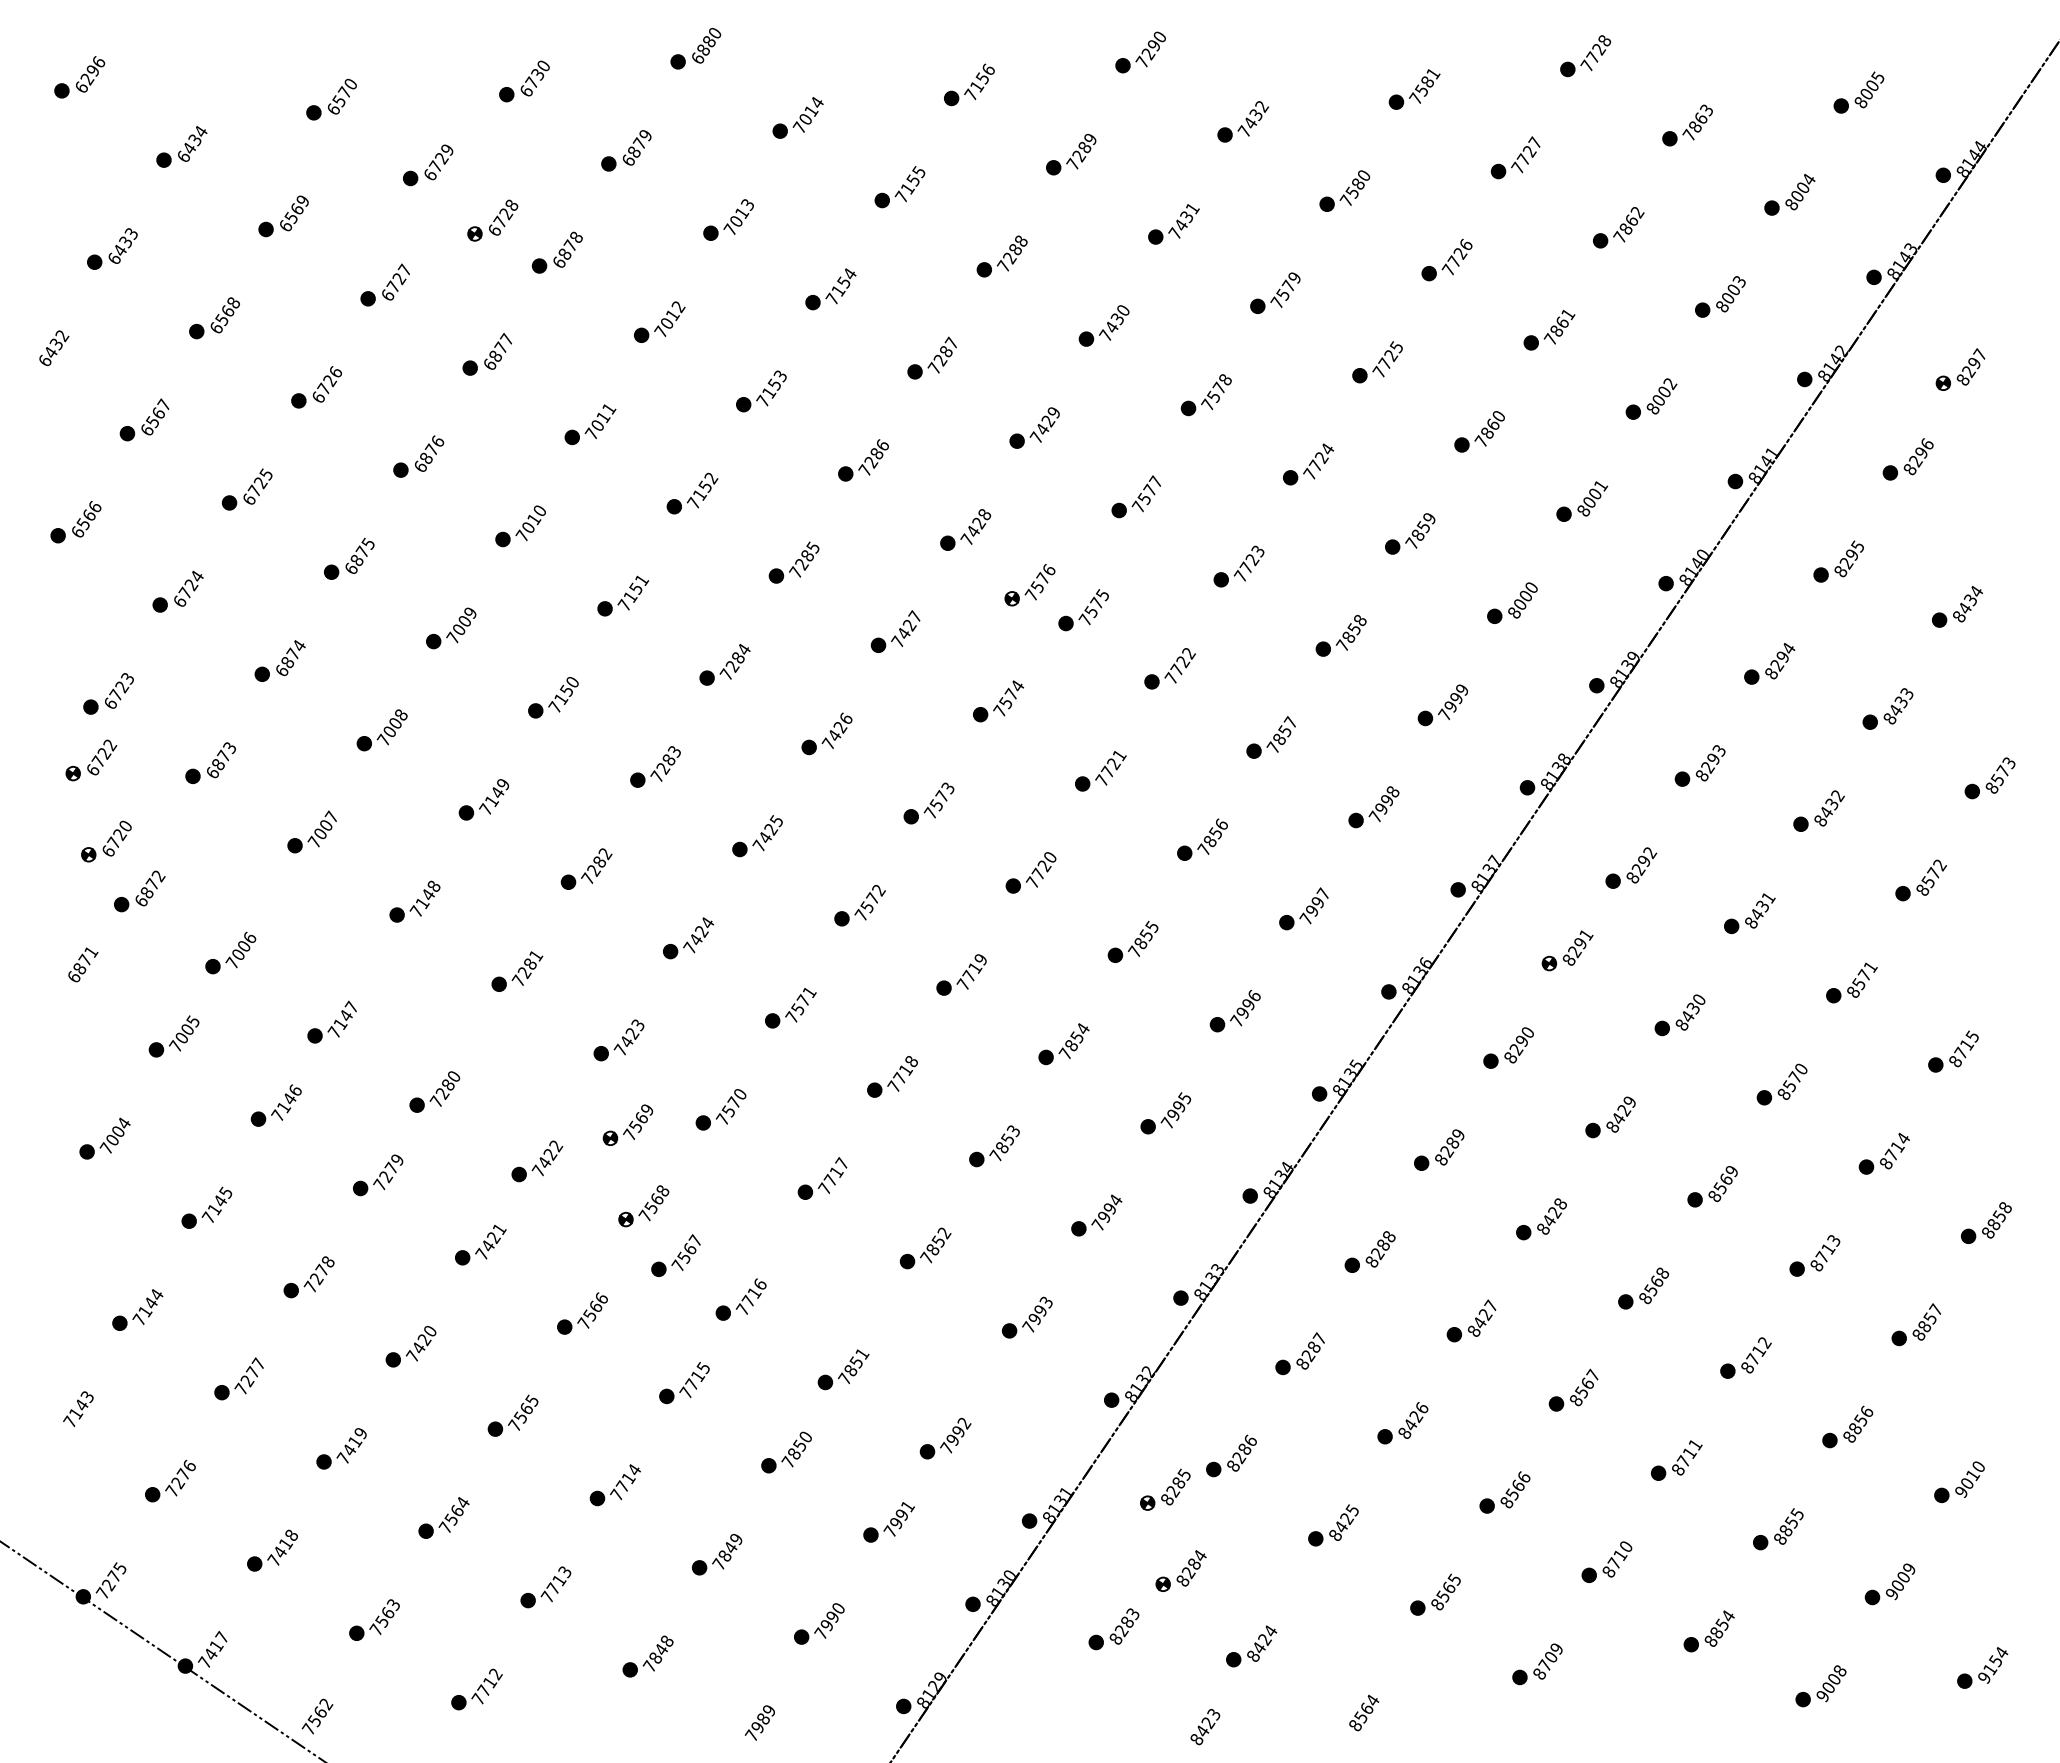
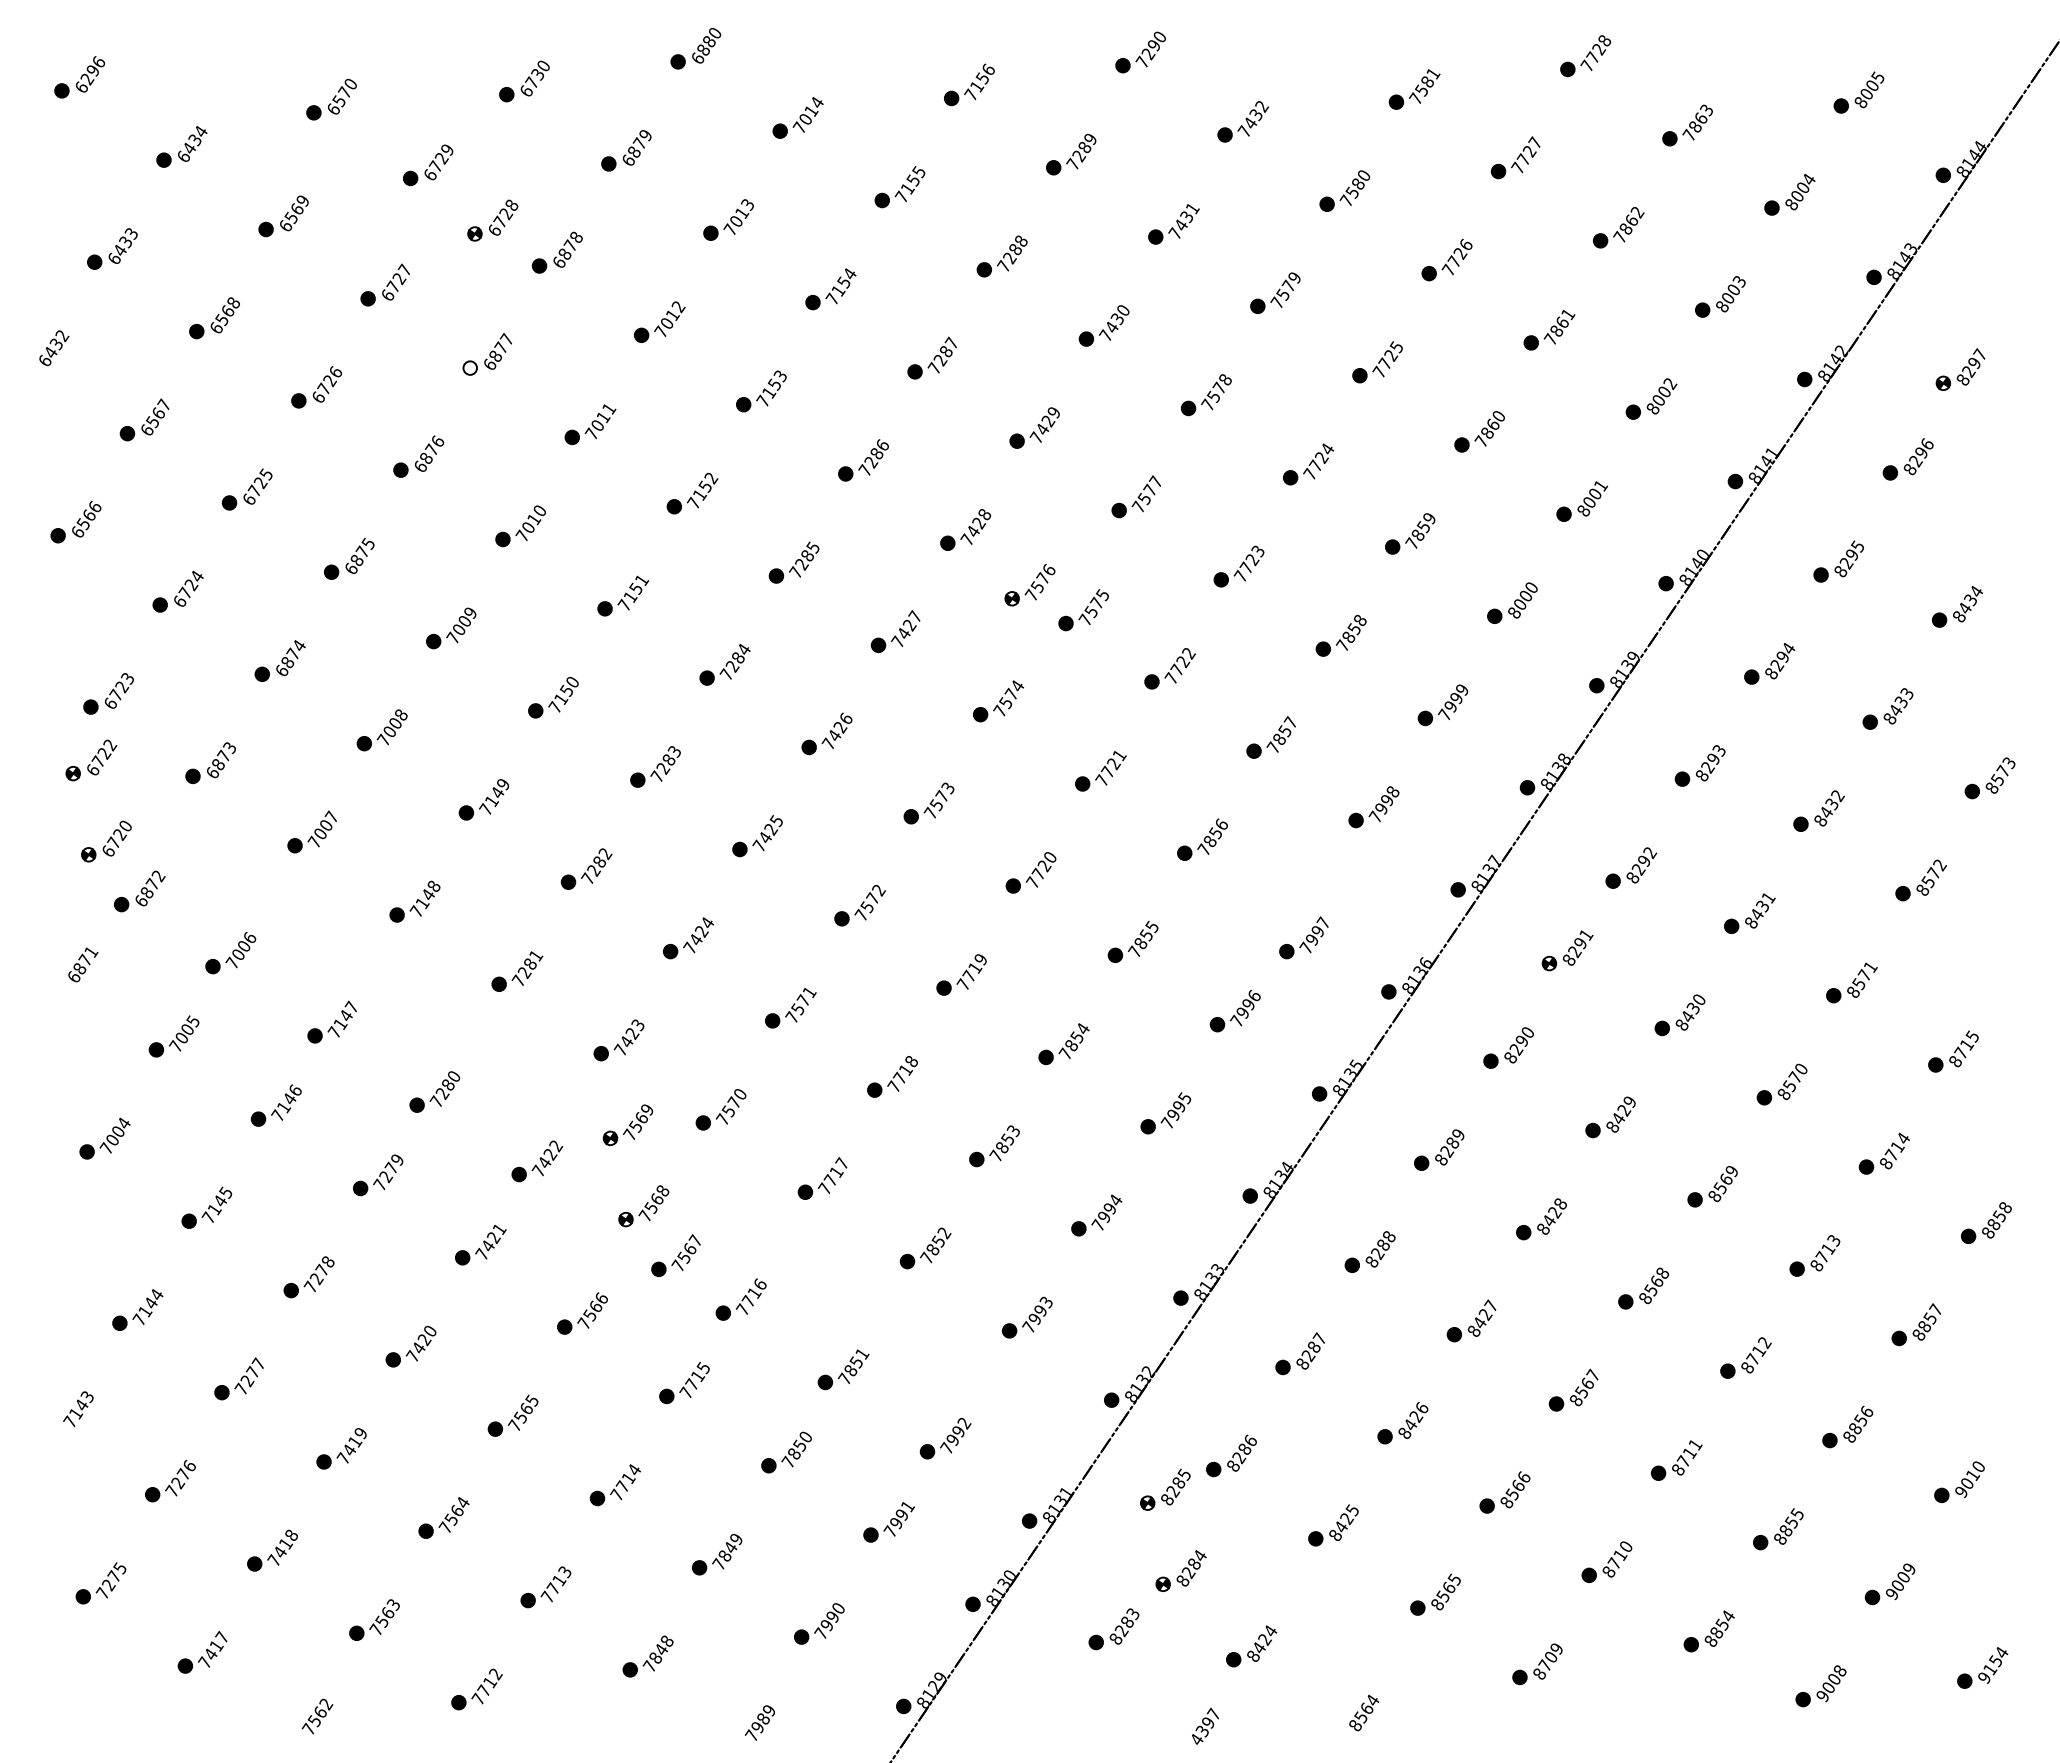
fill at (469, 367): present -> none
part at (1303, 908) position: (1303, 908) -> (1303, 937)
line at (161, 1651): present -> none
text at (1205, 1726): 8423 -> 4397
